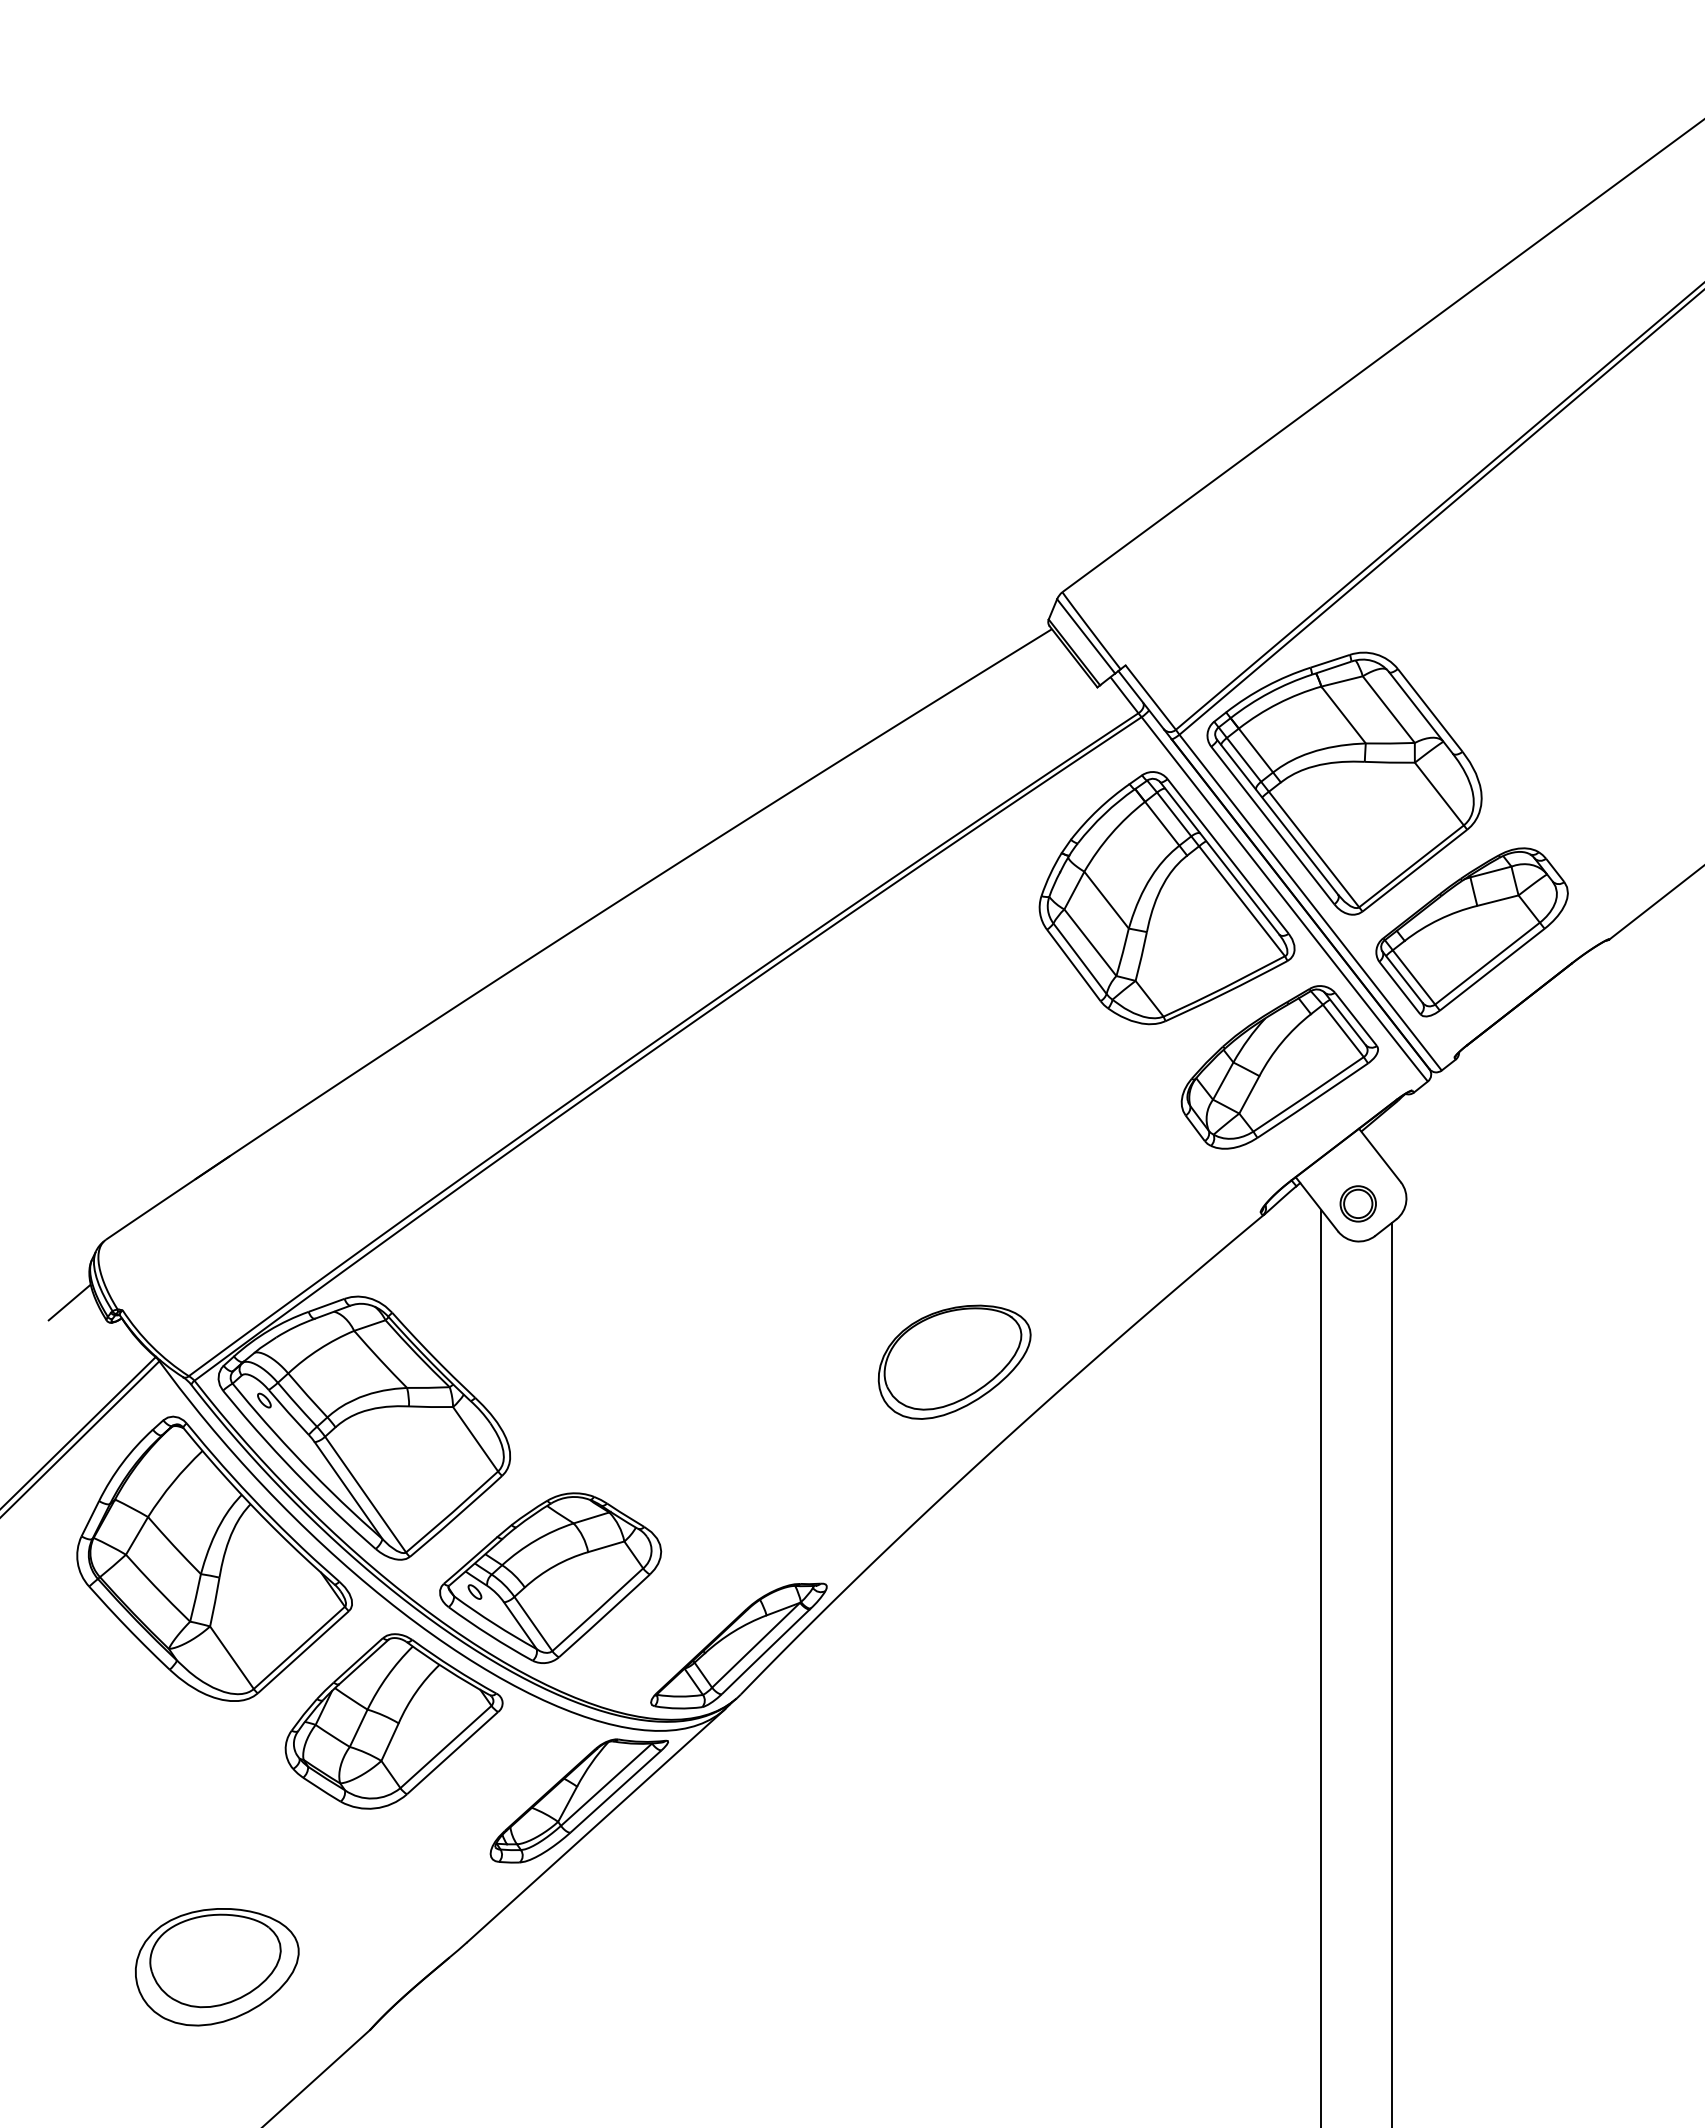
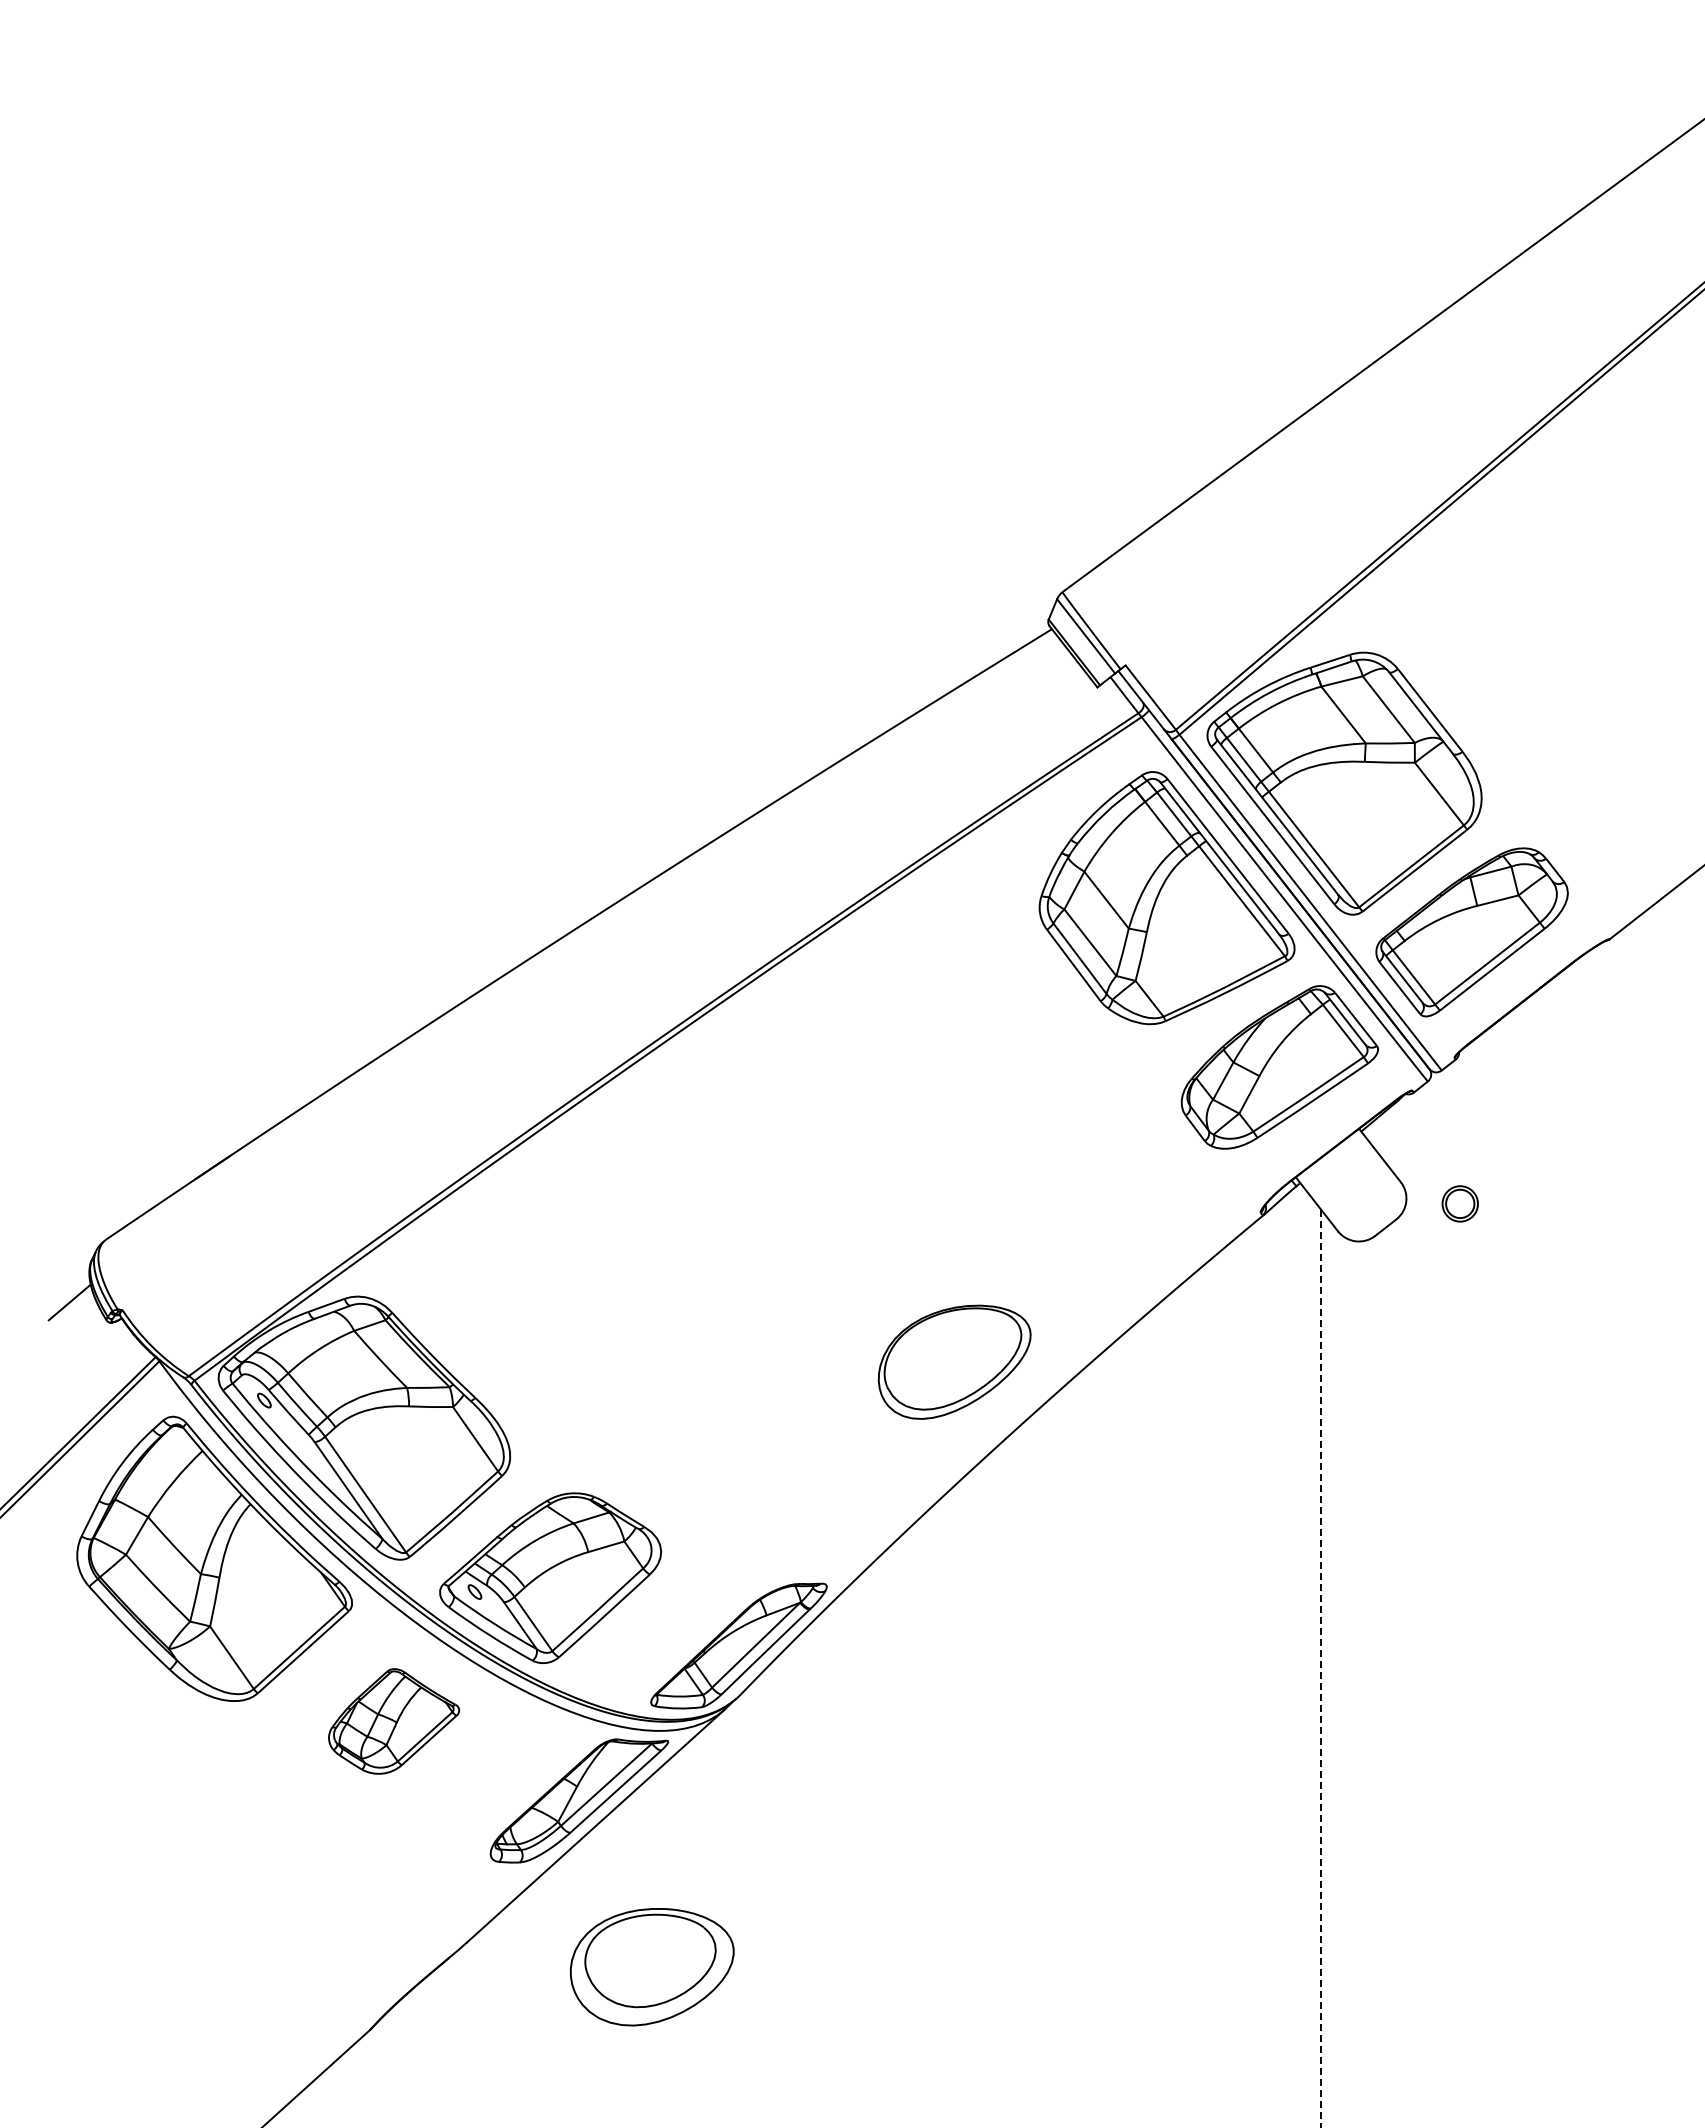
part at (1357, 1203) position: (1357, 1203) -> (1459, 1203)
line at (1321, 1668): solid -> dashed
line at (1391, 1673): present -> none
part at (393, 1721) size: 220x177 px -> 133x107 px
part at (217, 1967) position: (217, 1967) -> (652, 1967)
